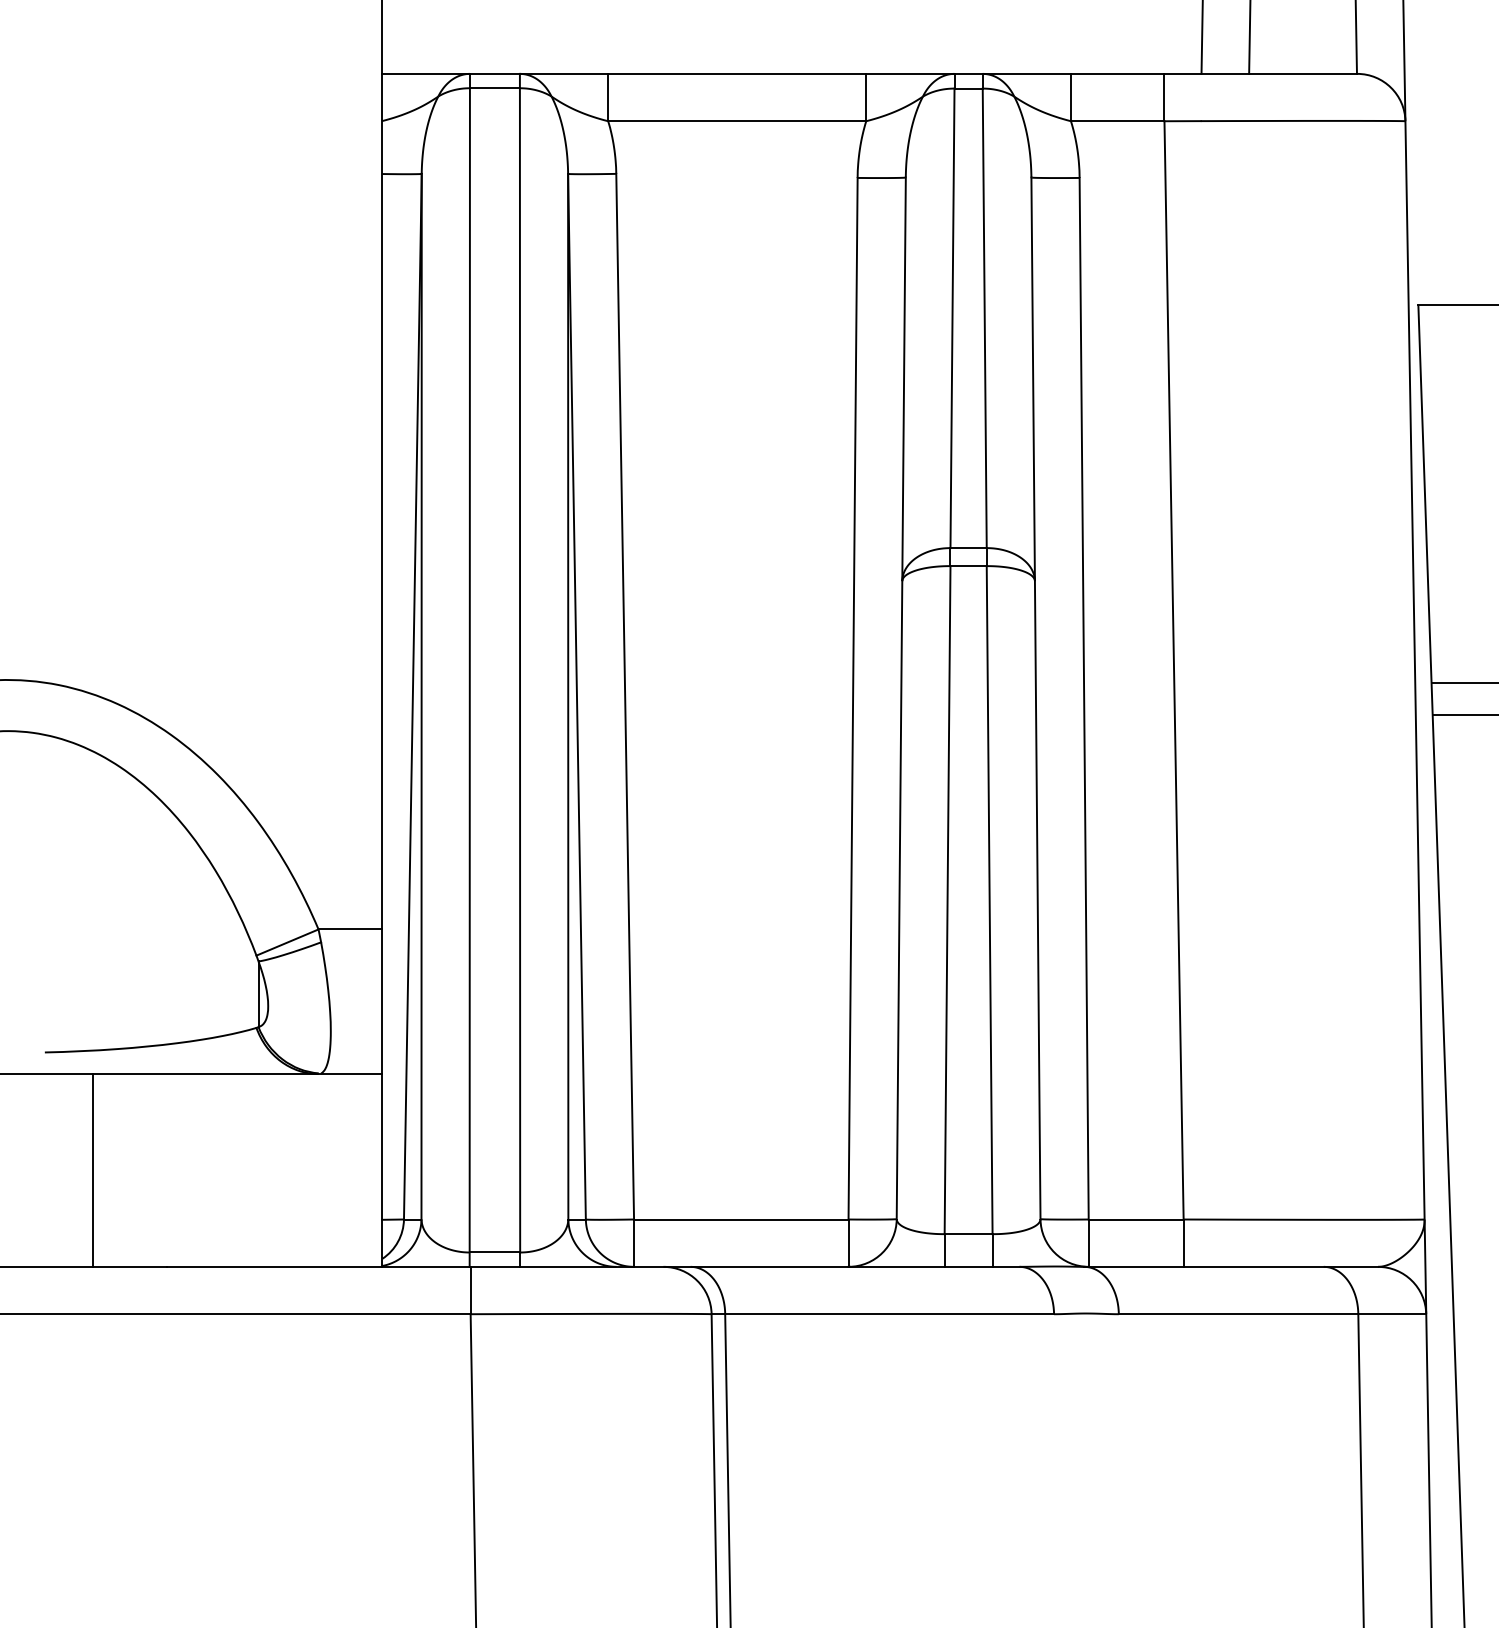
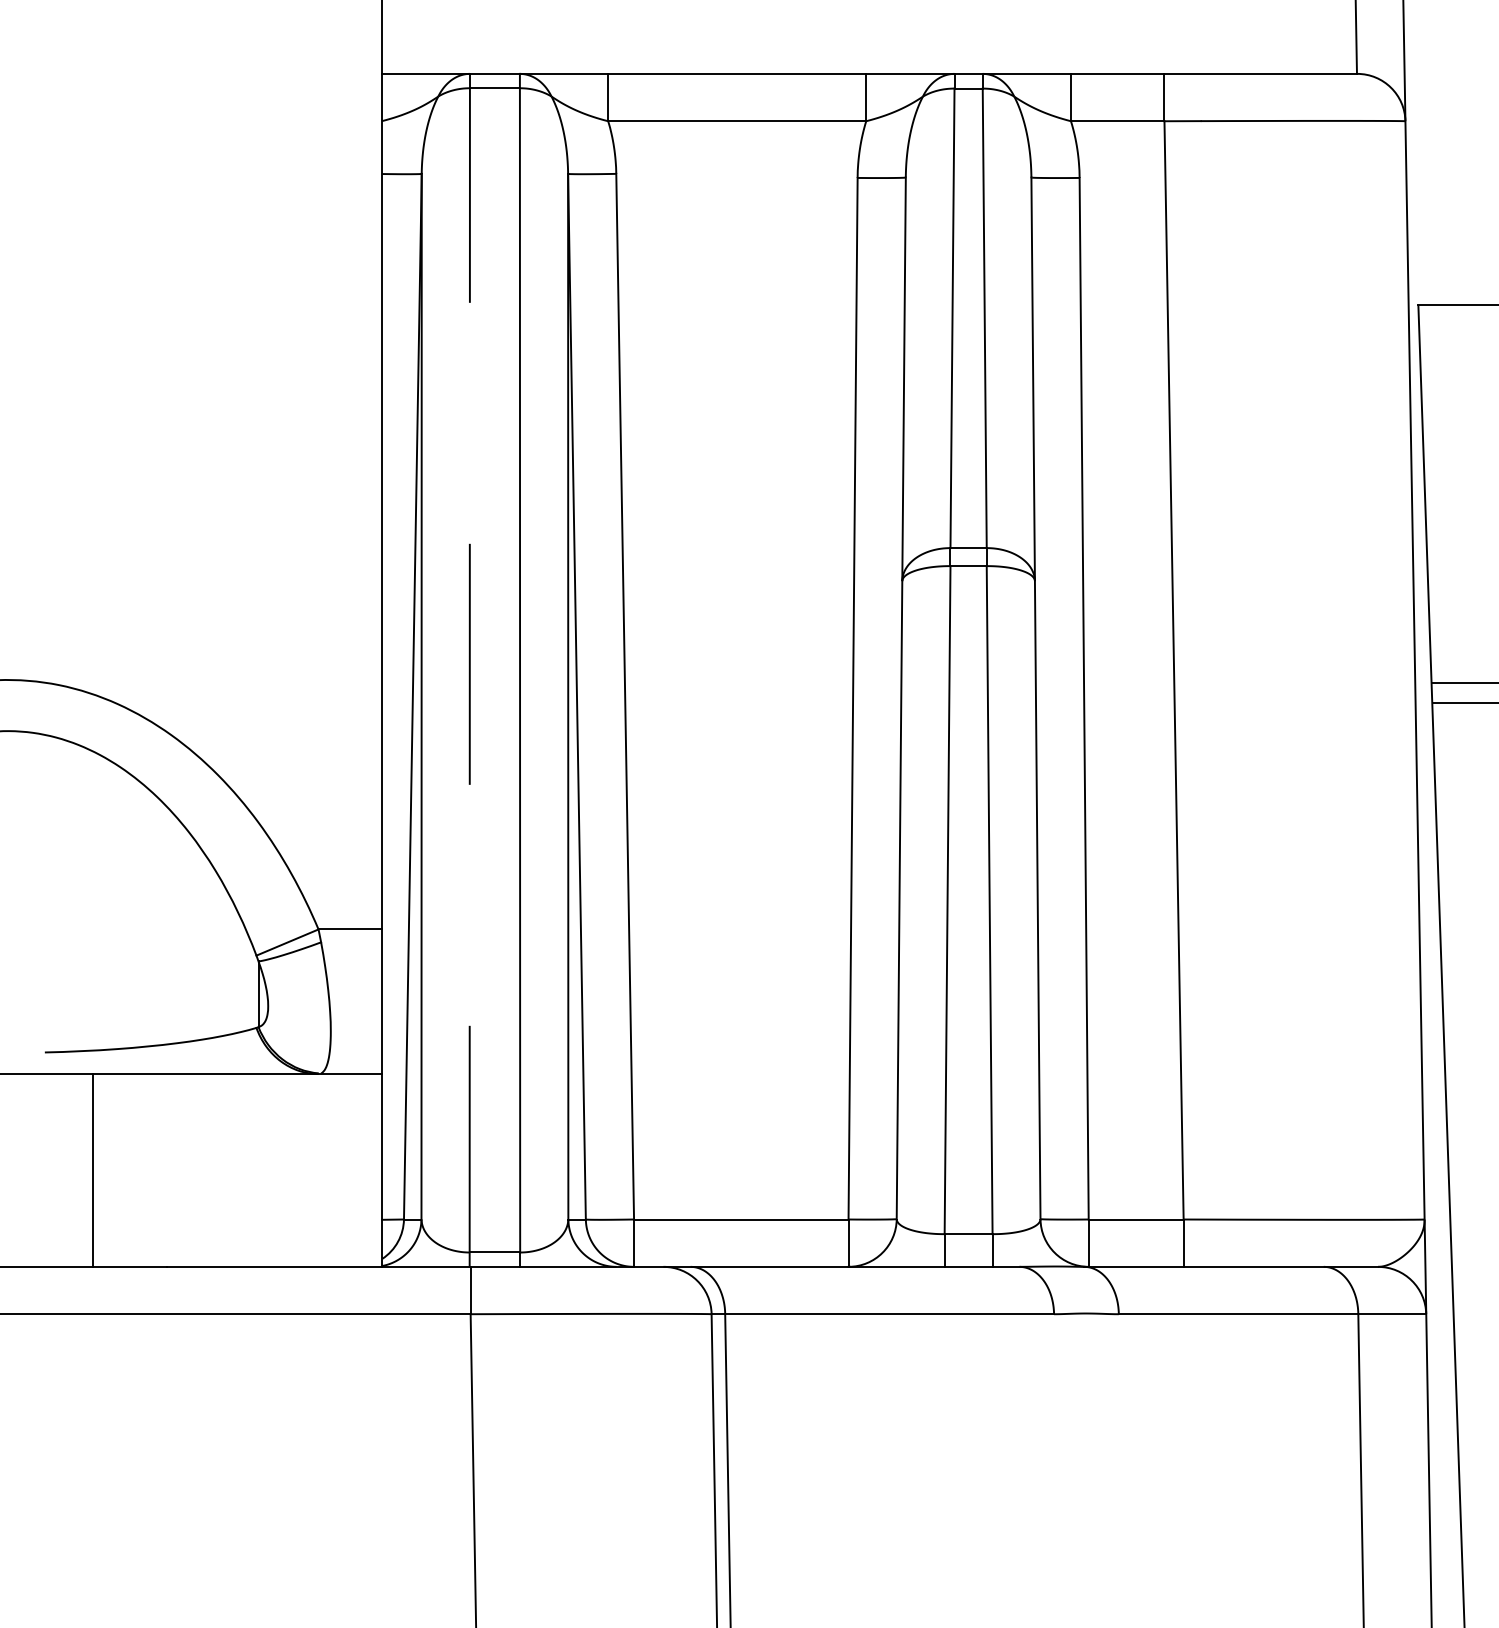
line at (1201, 37): present -> none
line at (1249, 37): present -> none
line at (469, 677): solid -> dashed
line at (1463, 714) position: (1463, 714) -> (1463, 702)
